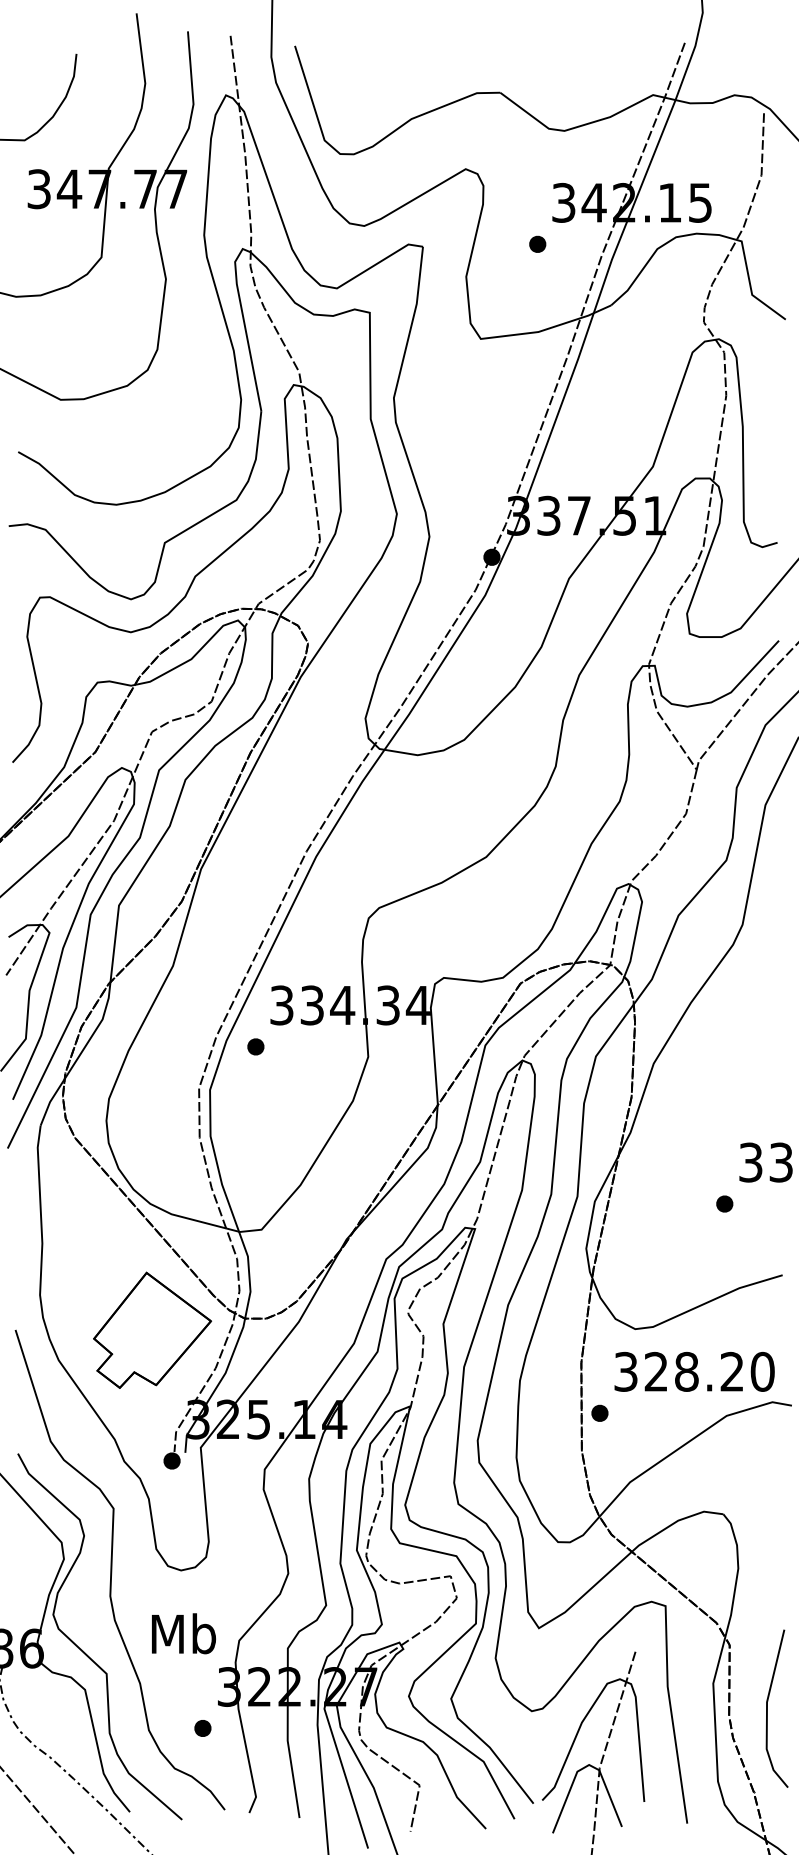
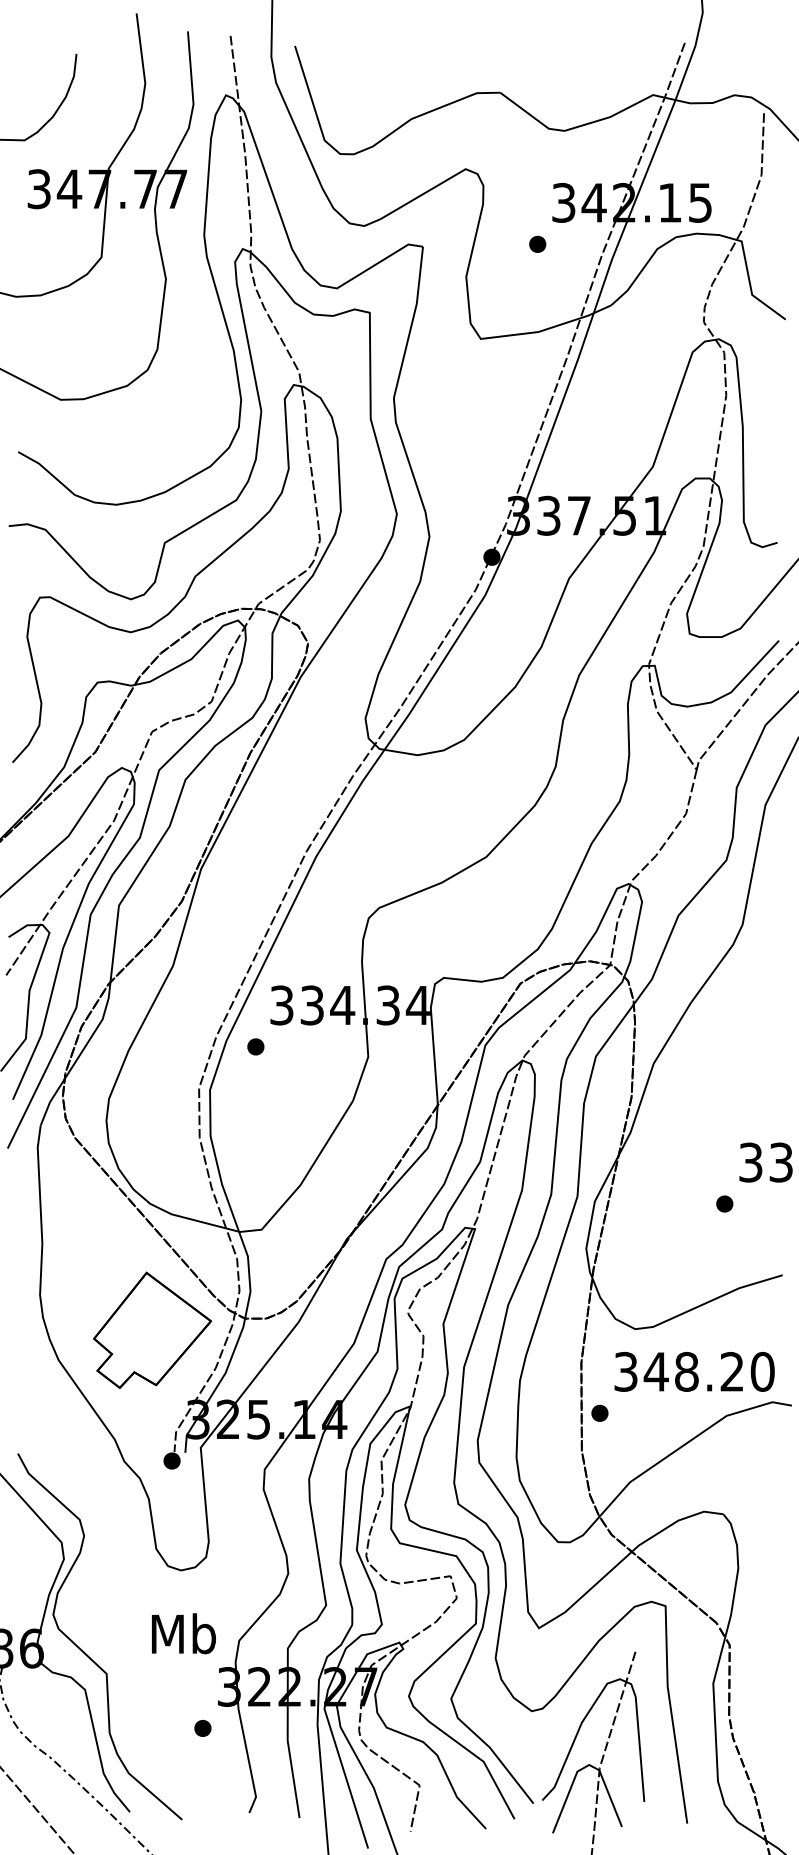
text at (655, 1371): 328.20 -> 348.20
curve at (112, 1569): present -> none
line at (767, 1708): present -> none
